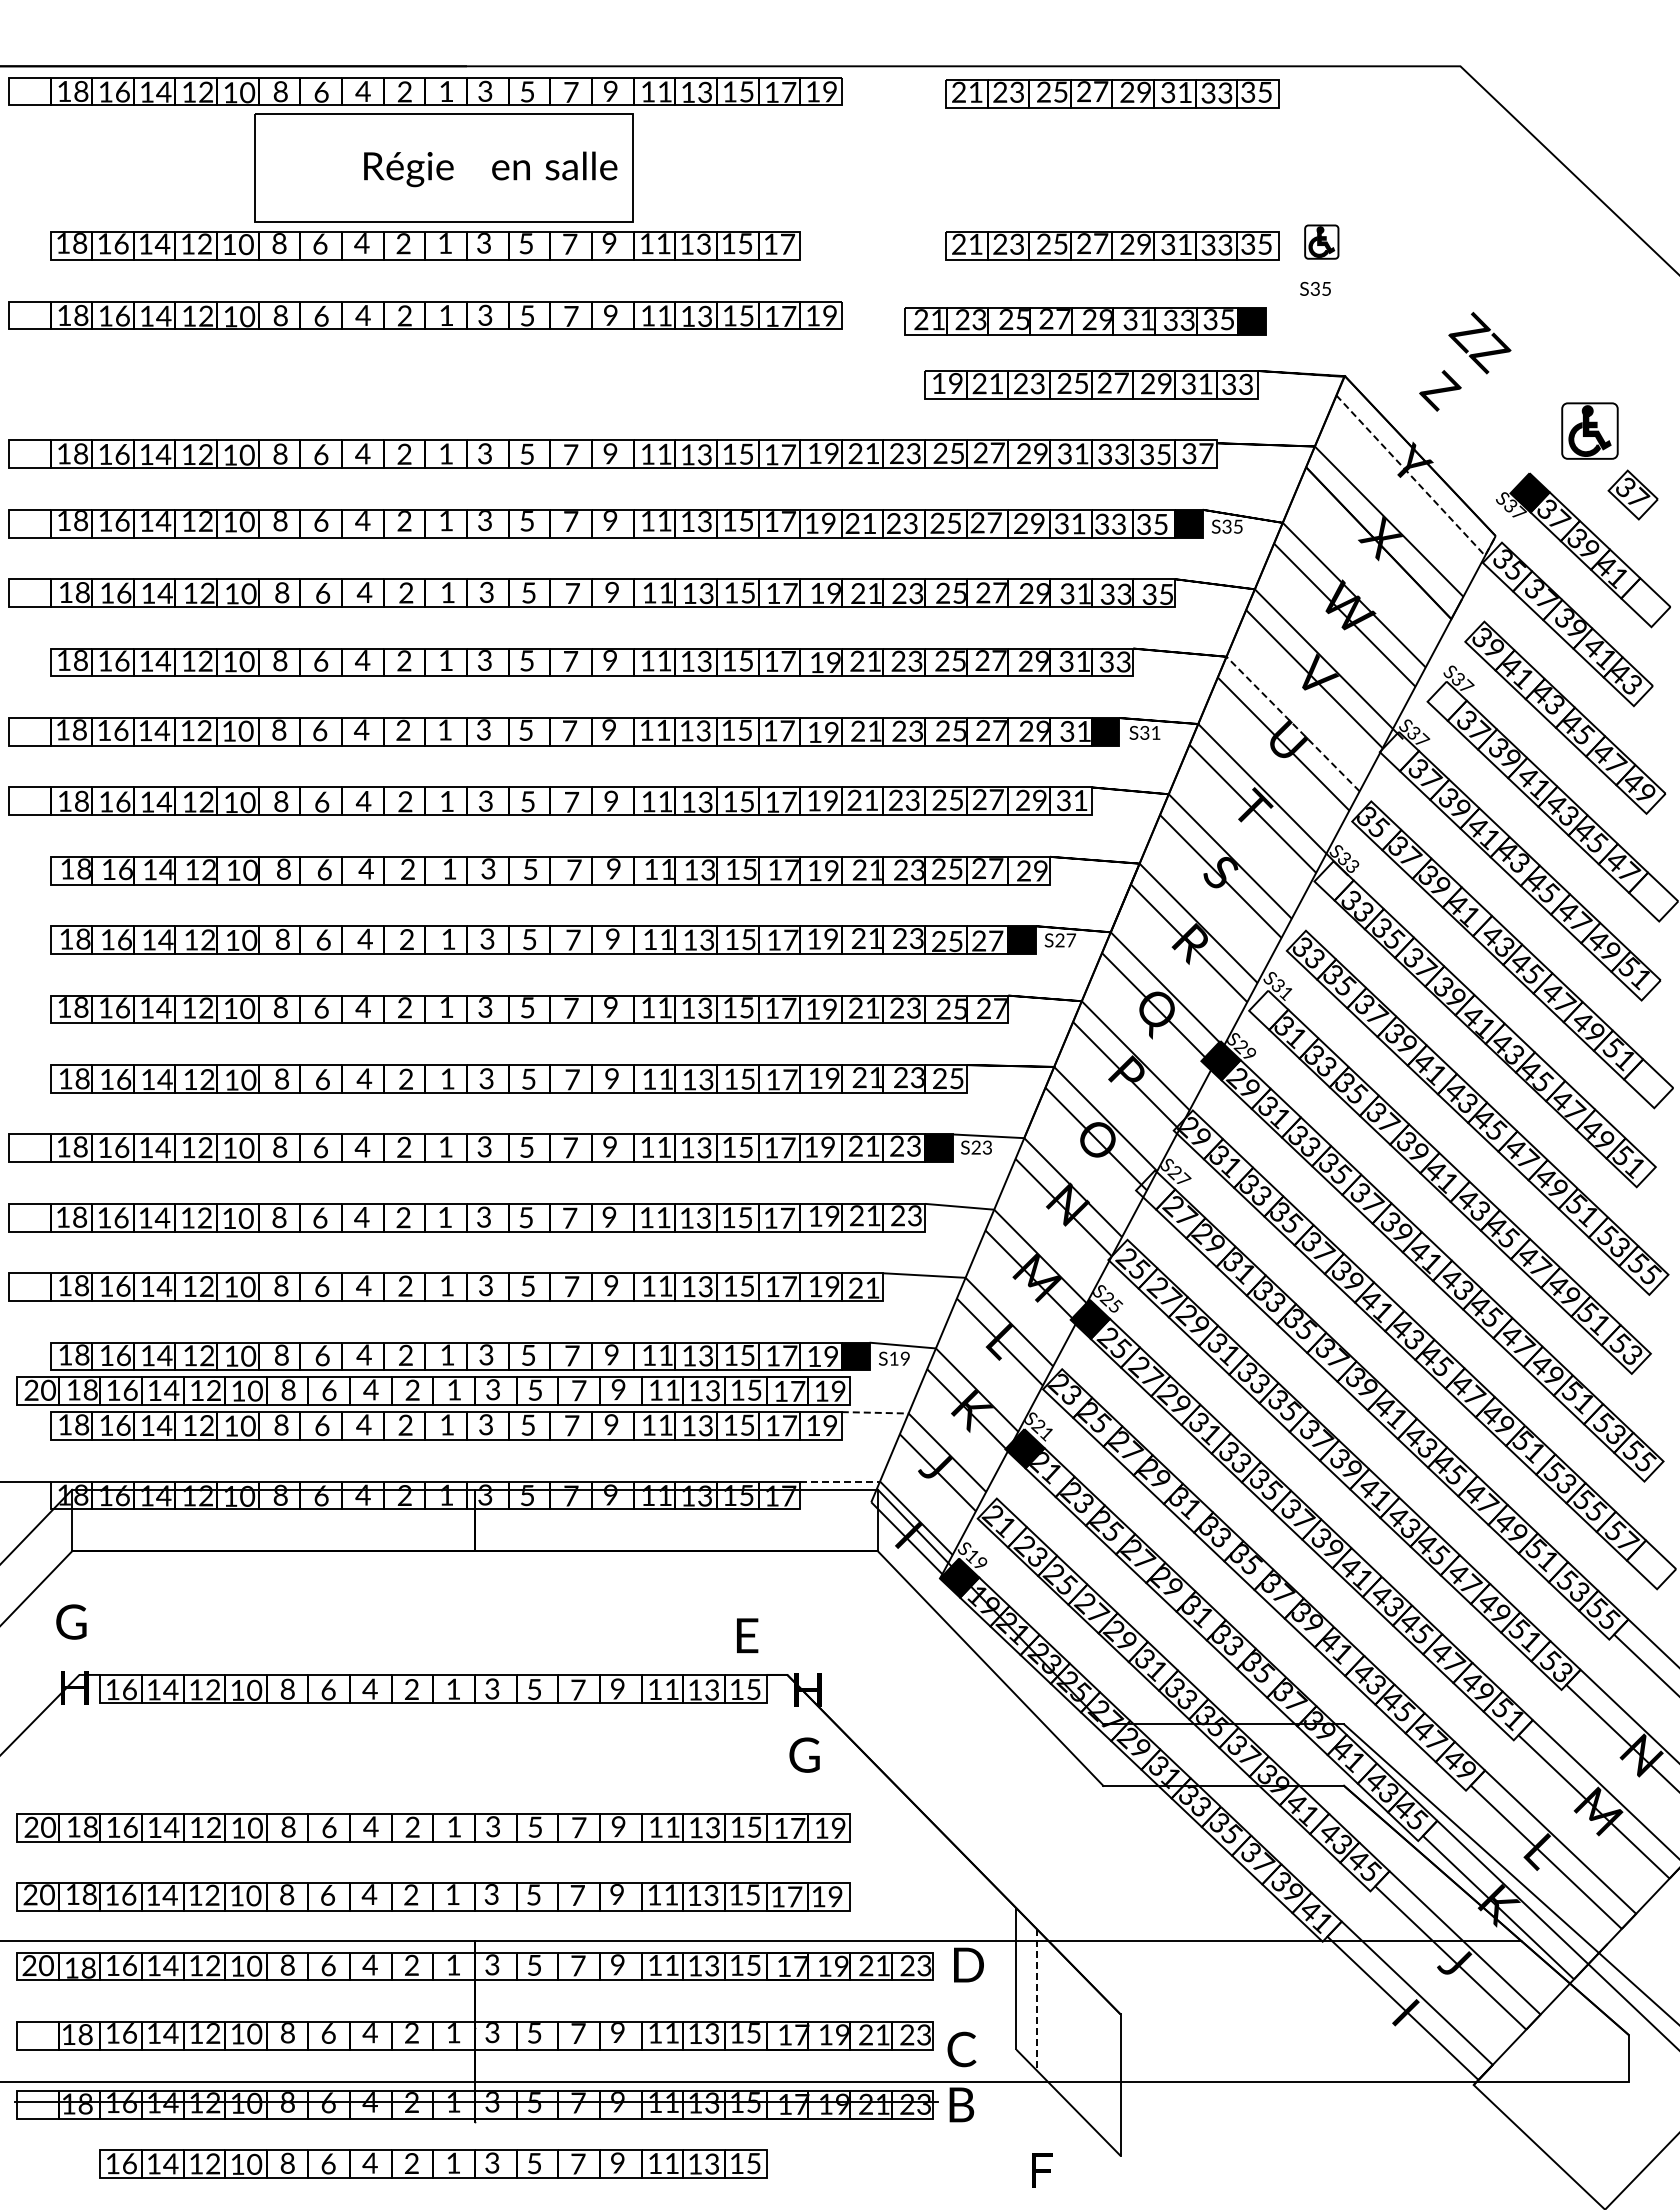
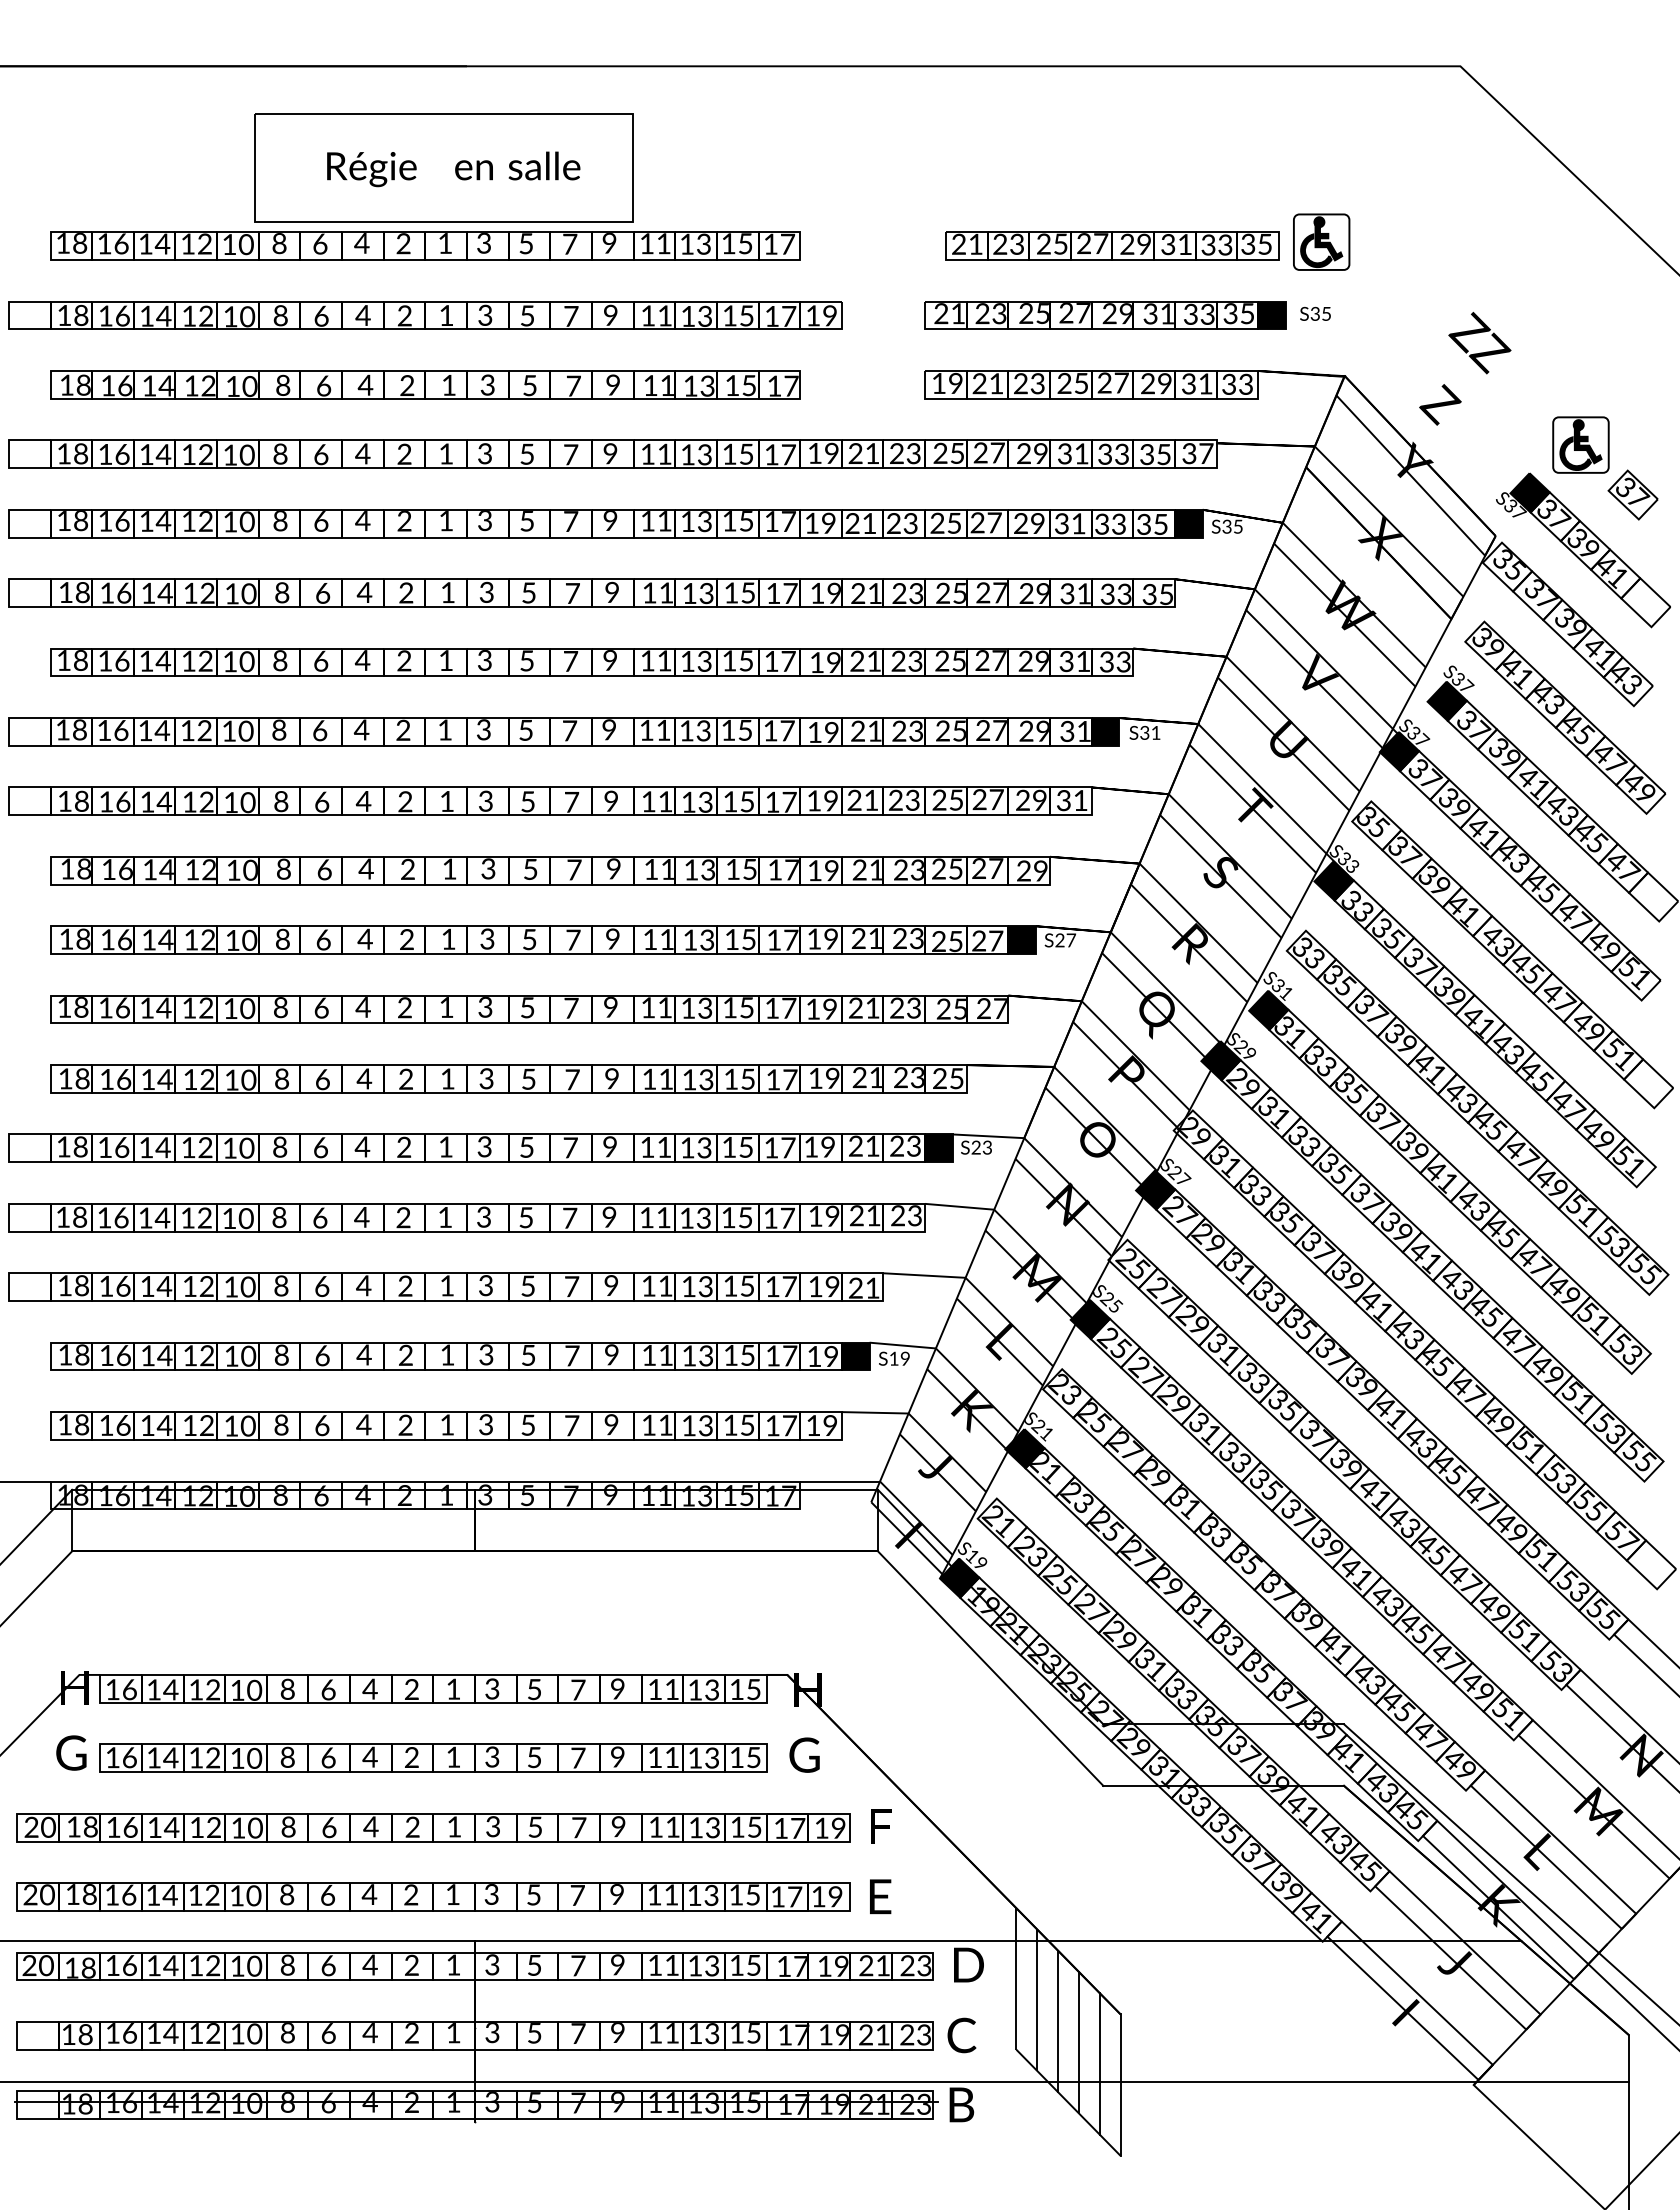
part at (425, 91): present -> none
part at (1112, 93): present -> none
text at (490, 169) position: (490, 169) -> (453, 169)
part at (1321, 241) size: 36x36 px -> 58x58 px
text at (1315, 288) position: (1315, 288) -> (1315, 313)
part at (1085, 321) position: (1085, 321) -> (1105, 315)
part at (425, 384): none -> present
text at (1440, 390) position: (1440, 390) -> (1440, 404)
part at (1589, 430) position: (1589, 430) -> (1580, 444)
line at (1419, 484): dashed -> solid
fill at (1446, 700): none -> present
line at (1293, 724): dashed -> solid
fill at (1399, 751): none -> present
fill at (1333, 880): none -> present
fill at (1268, 1009): none -> present
fill at (1155, 1189): none -> present
part at (433, 1390): present -> none
line at (875, 1412): dashed -> solid
line at (840, 1481): dashed -> solid
text at (71, 1621) position: (71, 1621) -> (71, 1752)
text at (747, 1635) position: (747, 1635) -> (880, 1896)
line at (1037, 2000): dashed -> solid
line at (1058, 2021): none -> present
line at (1078, 2042): none -> present
text at (961, 2049) position: (961, 2049) -> (961, 2035)
line at (1099, 2063): none -> present
line at (1628, 2143): none -> present
part at (433, 2163) position: (433, 2163) -> (433, 1757)
text at (1042, 2170) position: (1042, 2170) -> (881, 1826)
